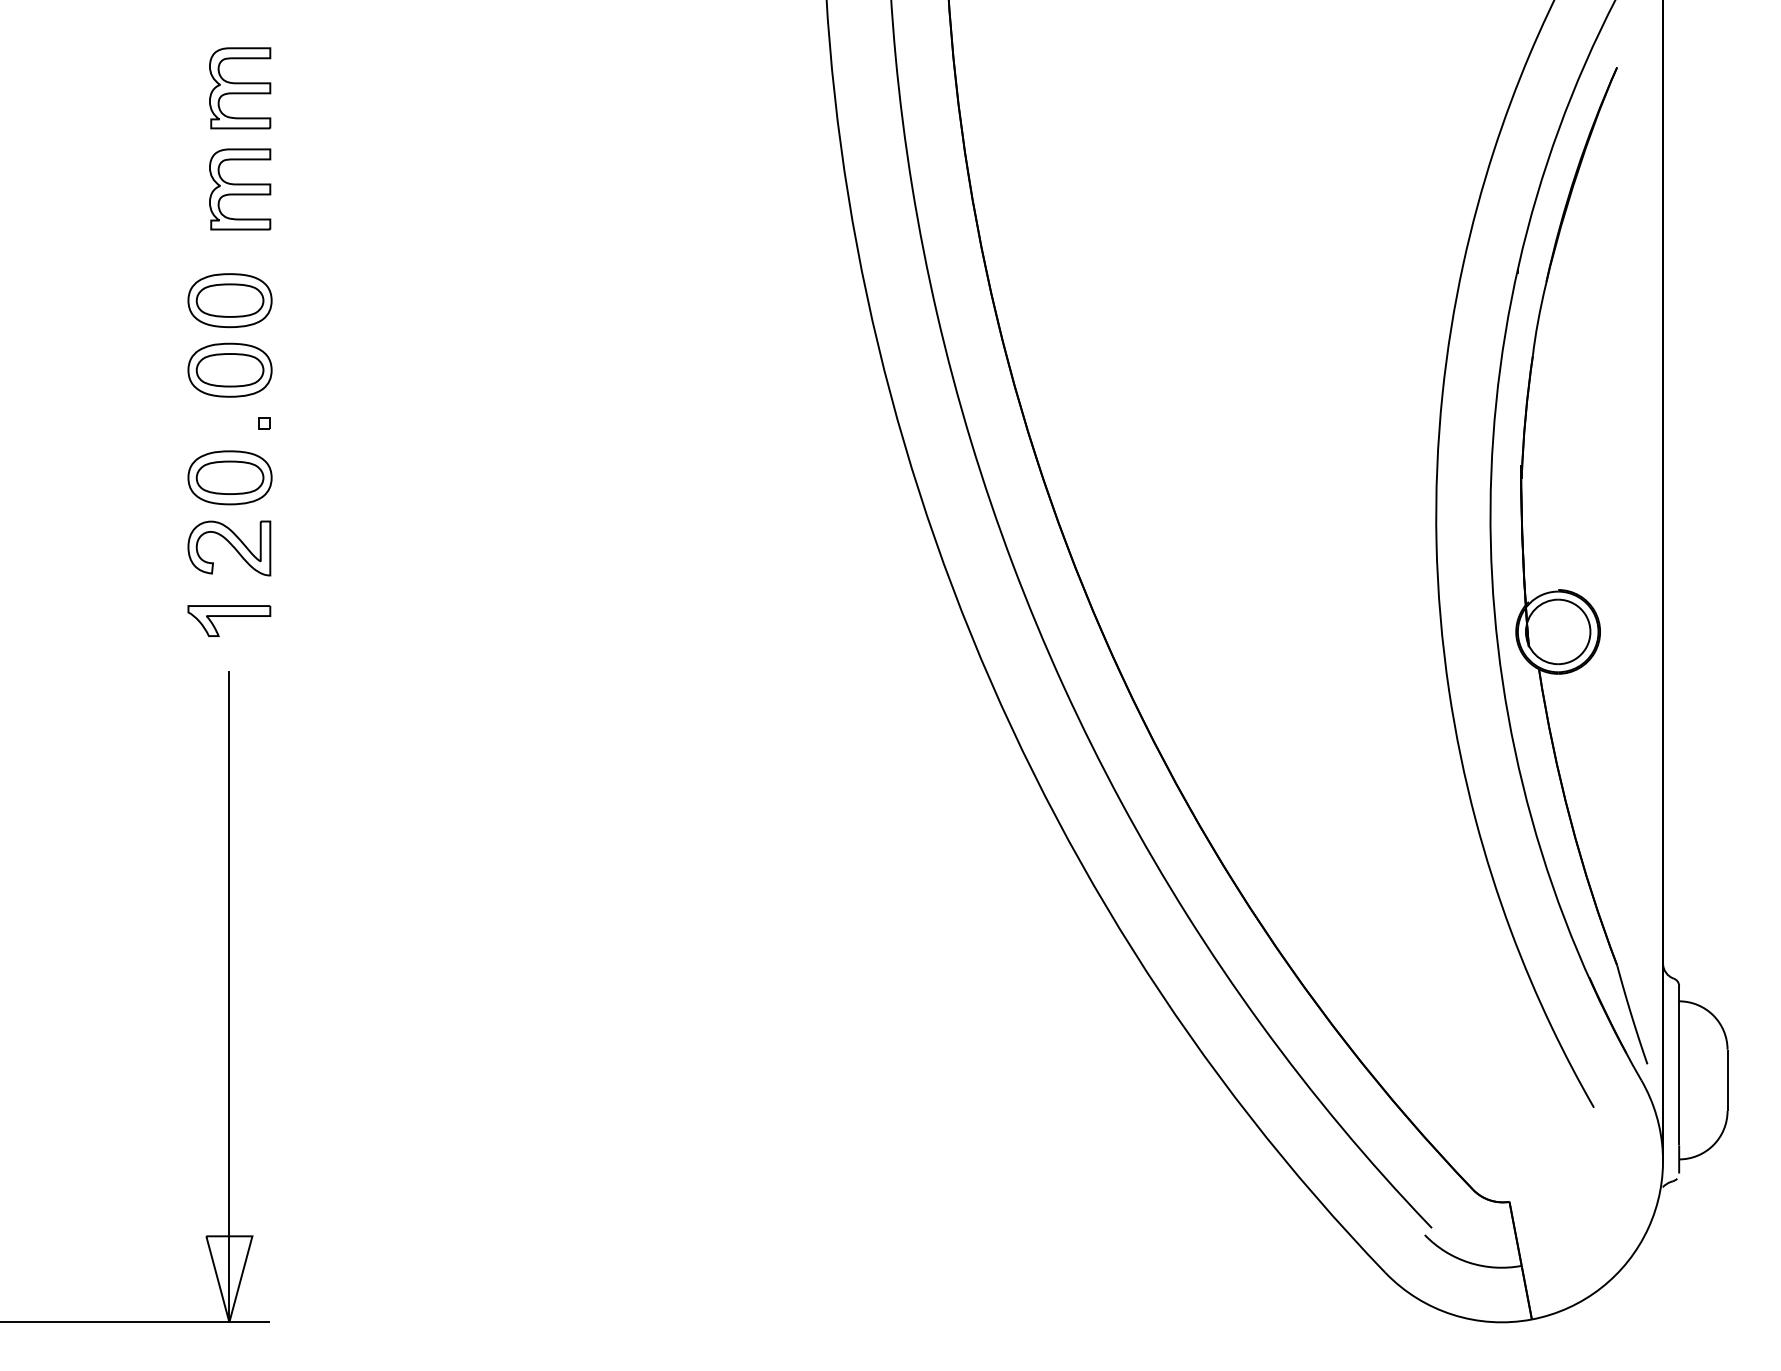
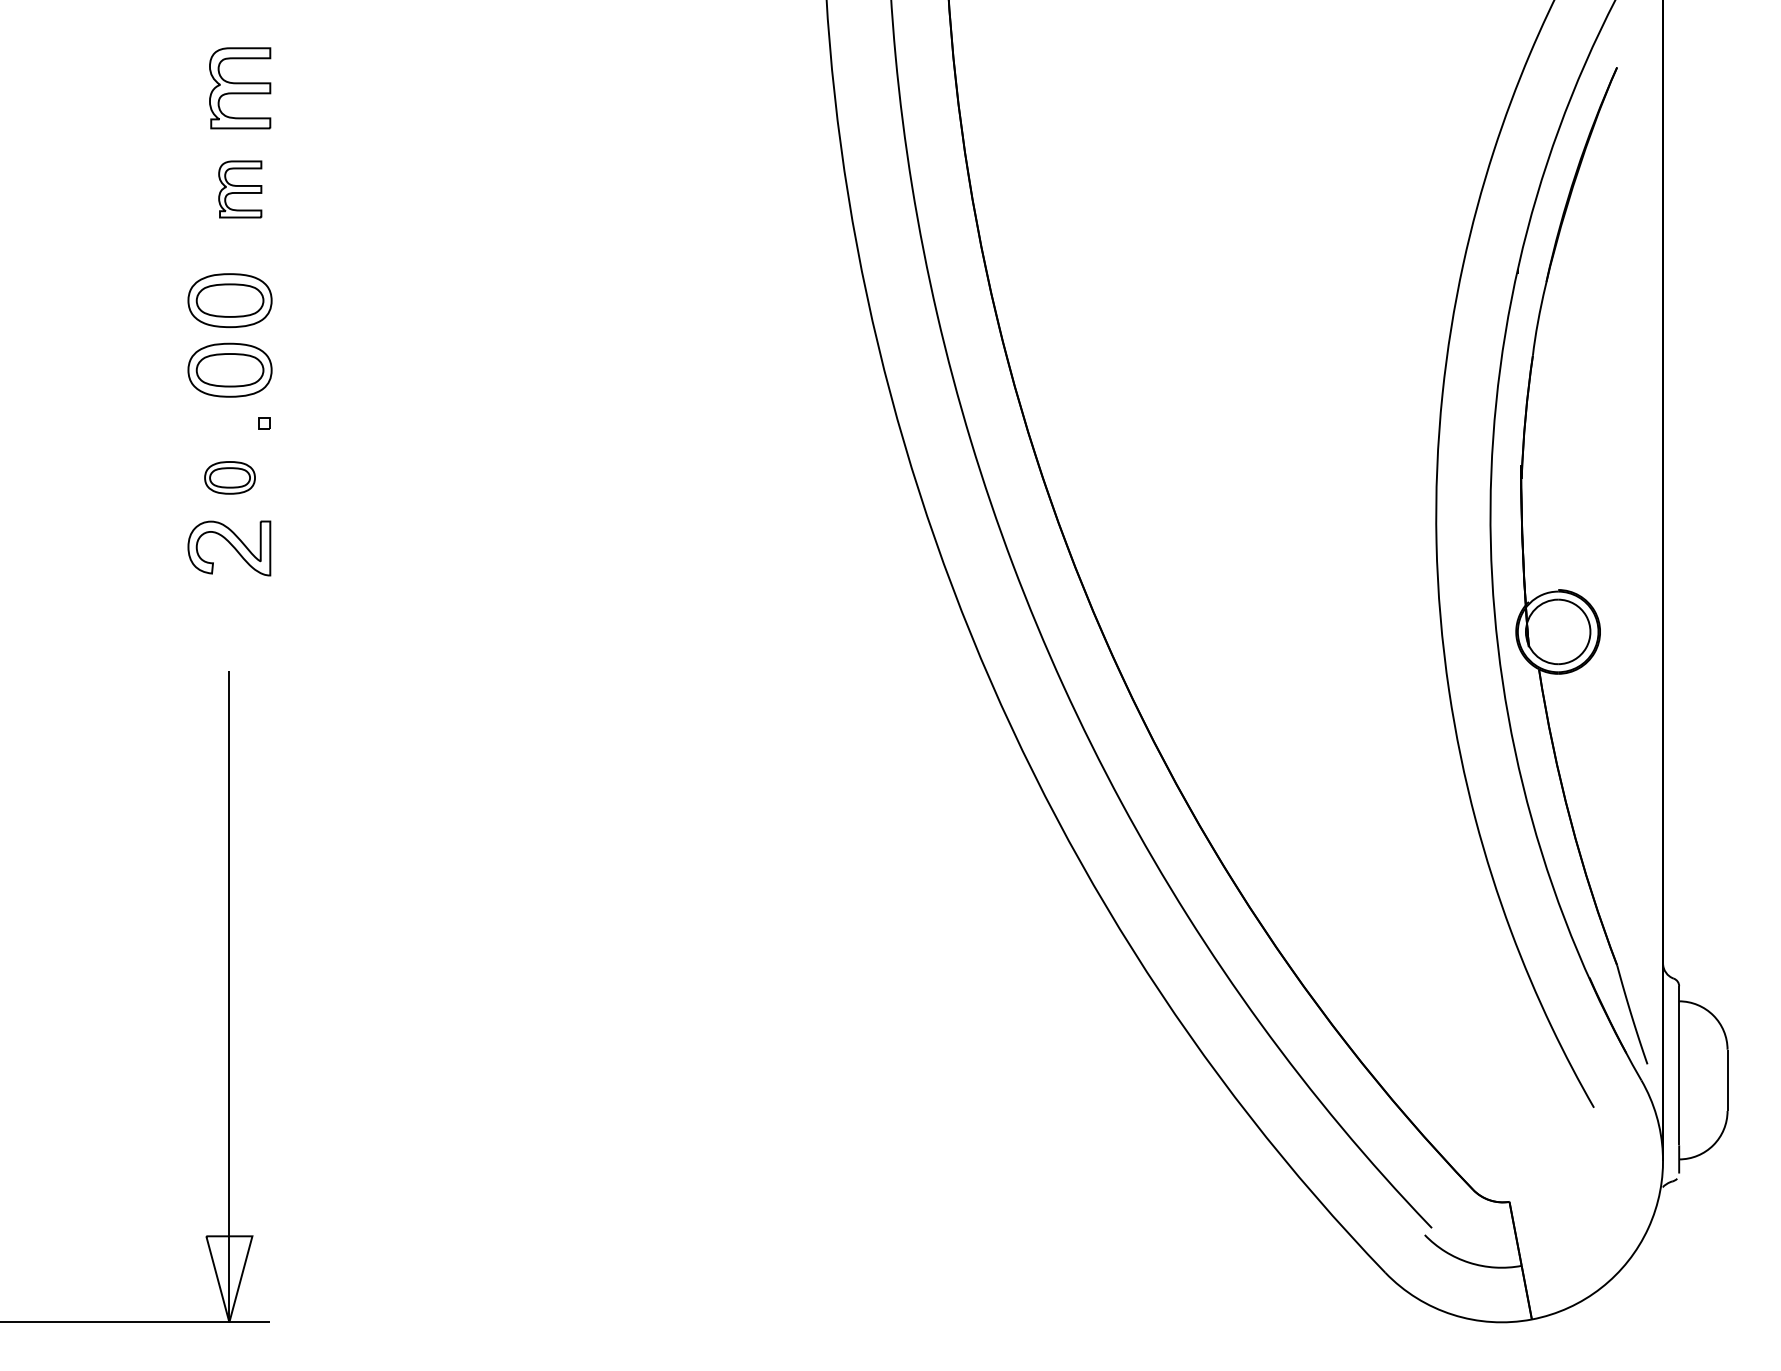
part at (240, 189) size: 63x83 px -> 45x59 px
part at (229, 477) size: 86x56 px -> 52x34 px
part at (229, 620): present -> none
